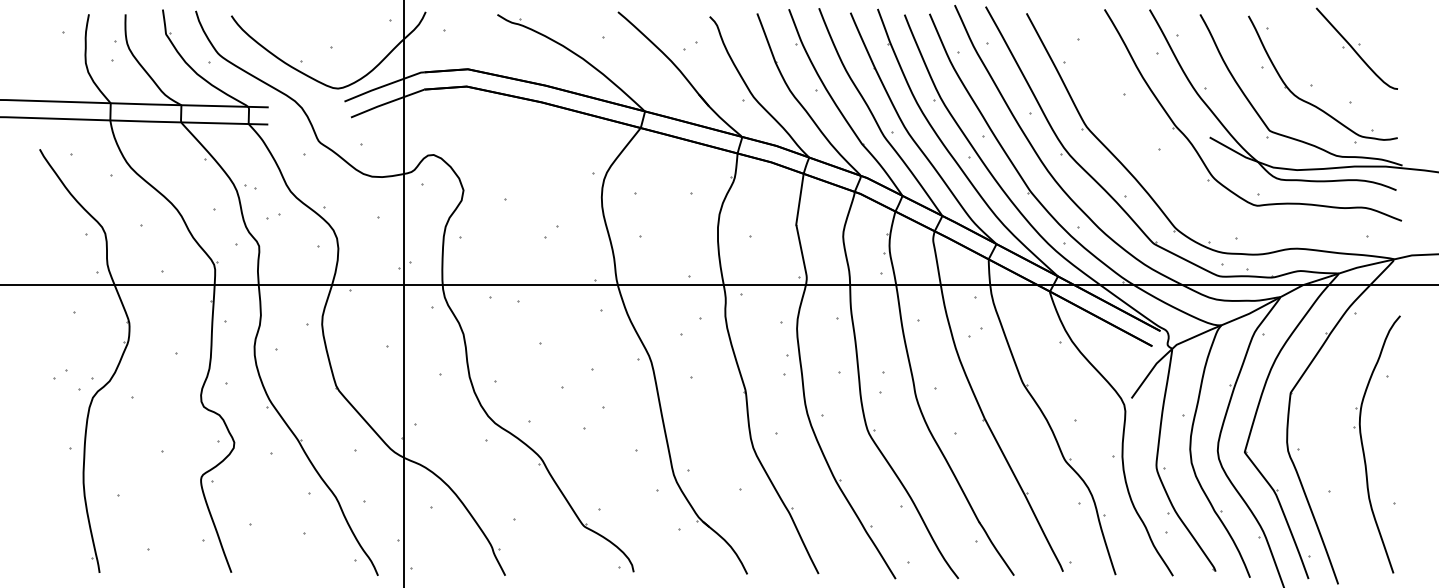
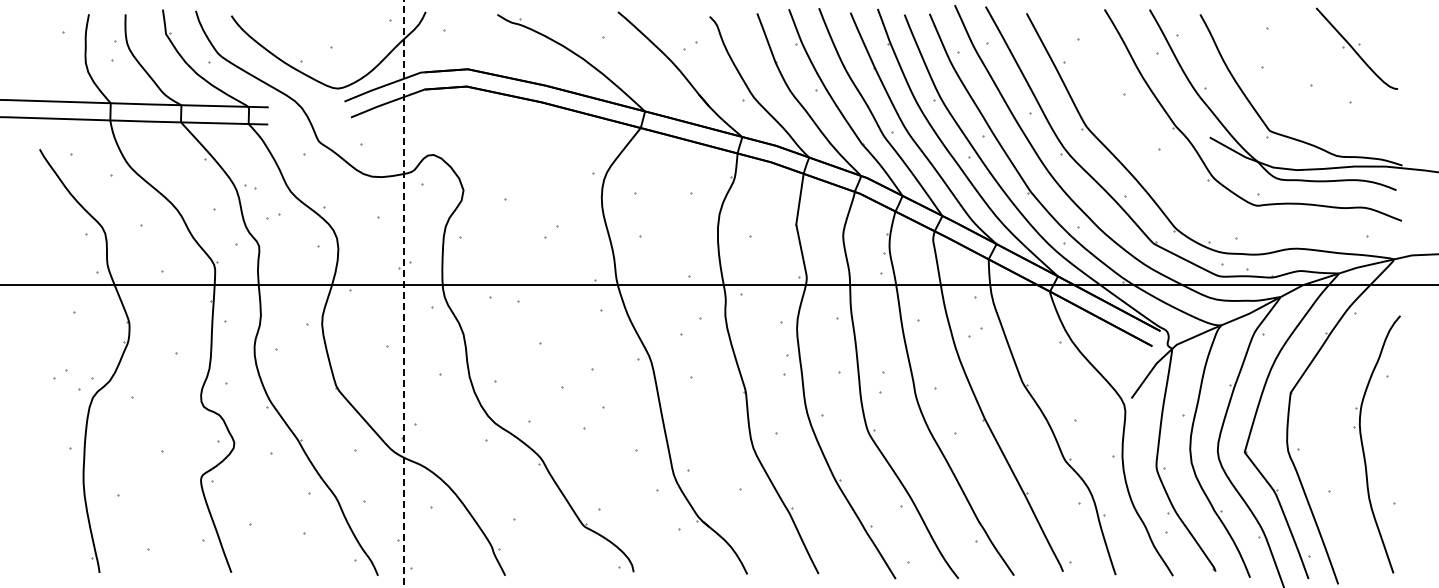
part at (1311, 103): present -> none
line at (404, 294): solid -> dashed
